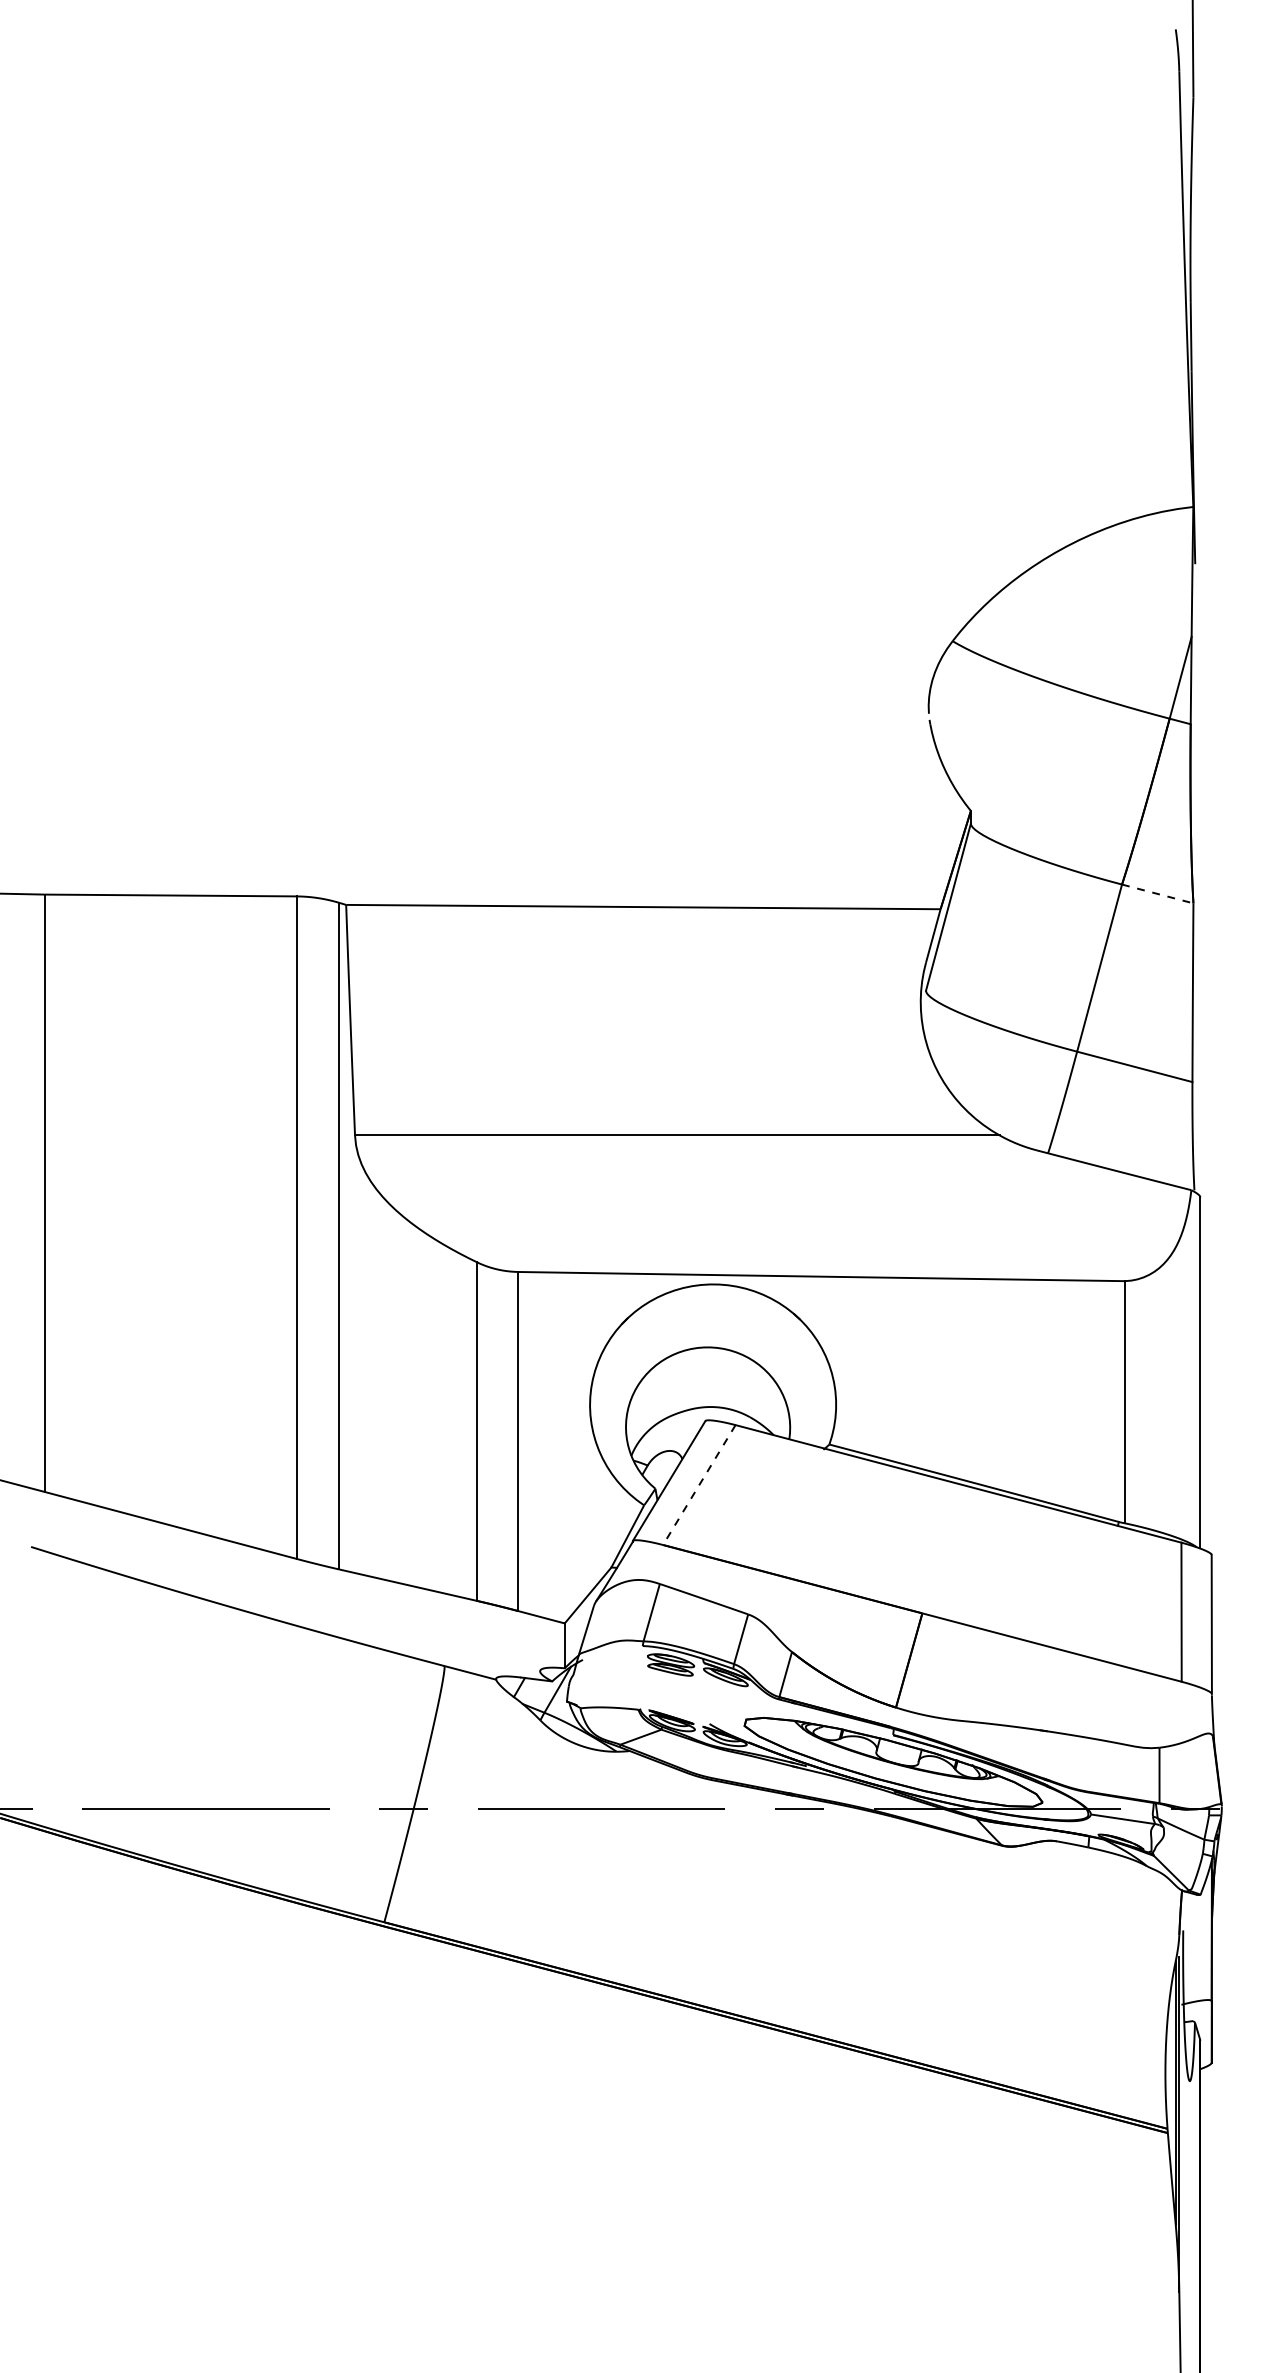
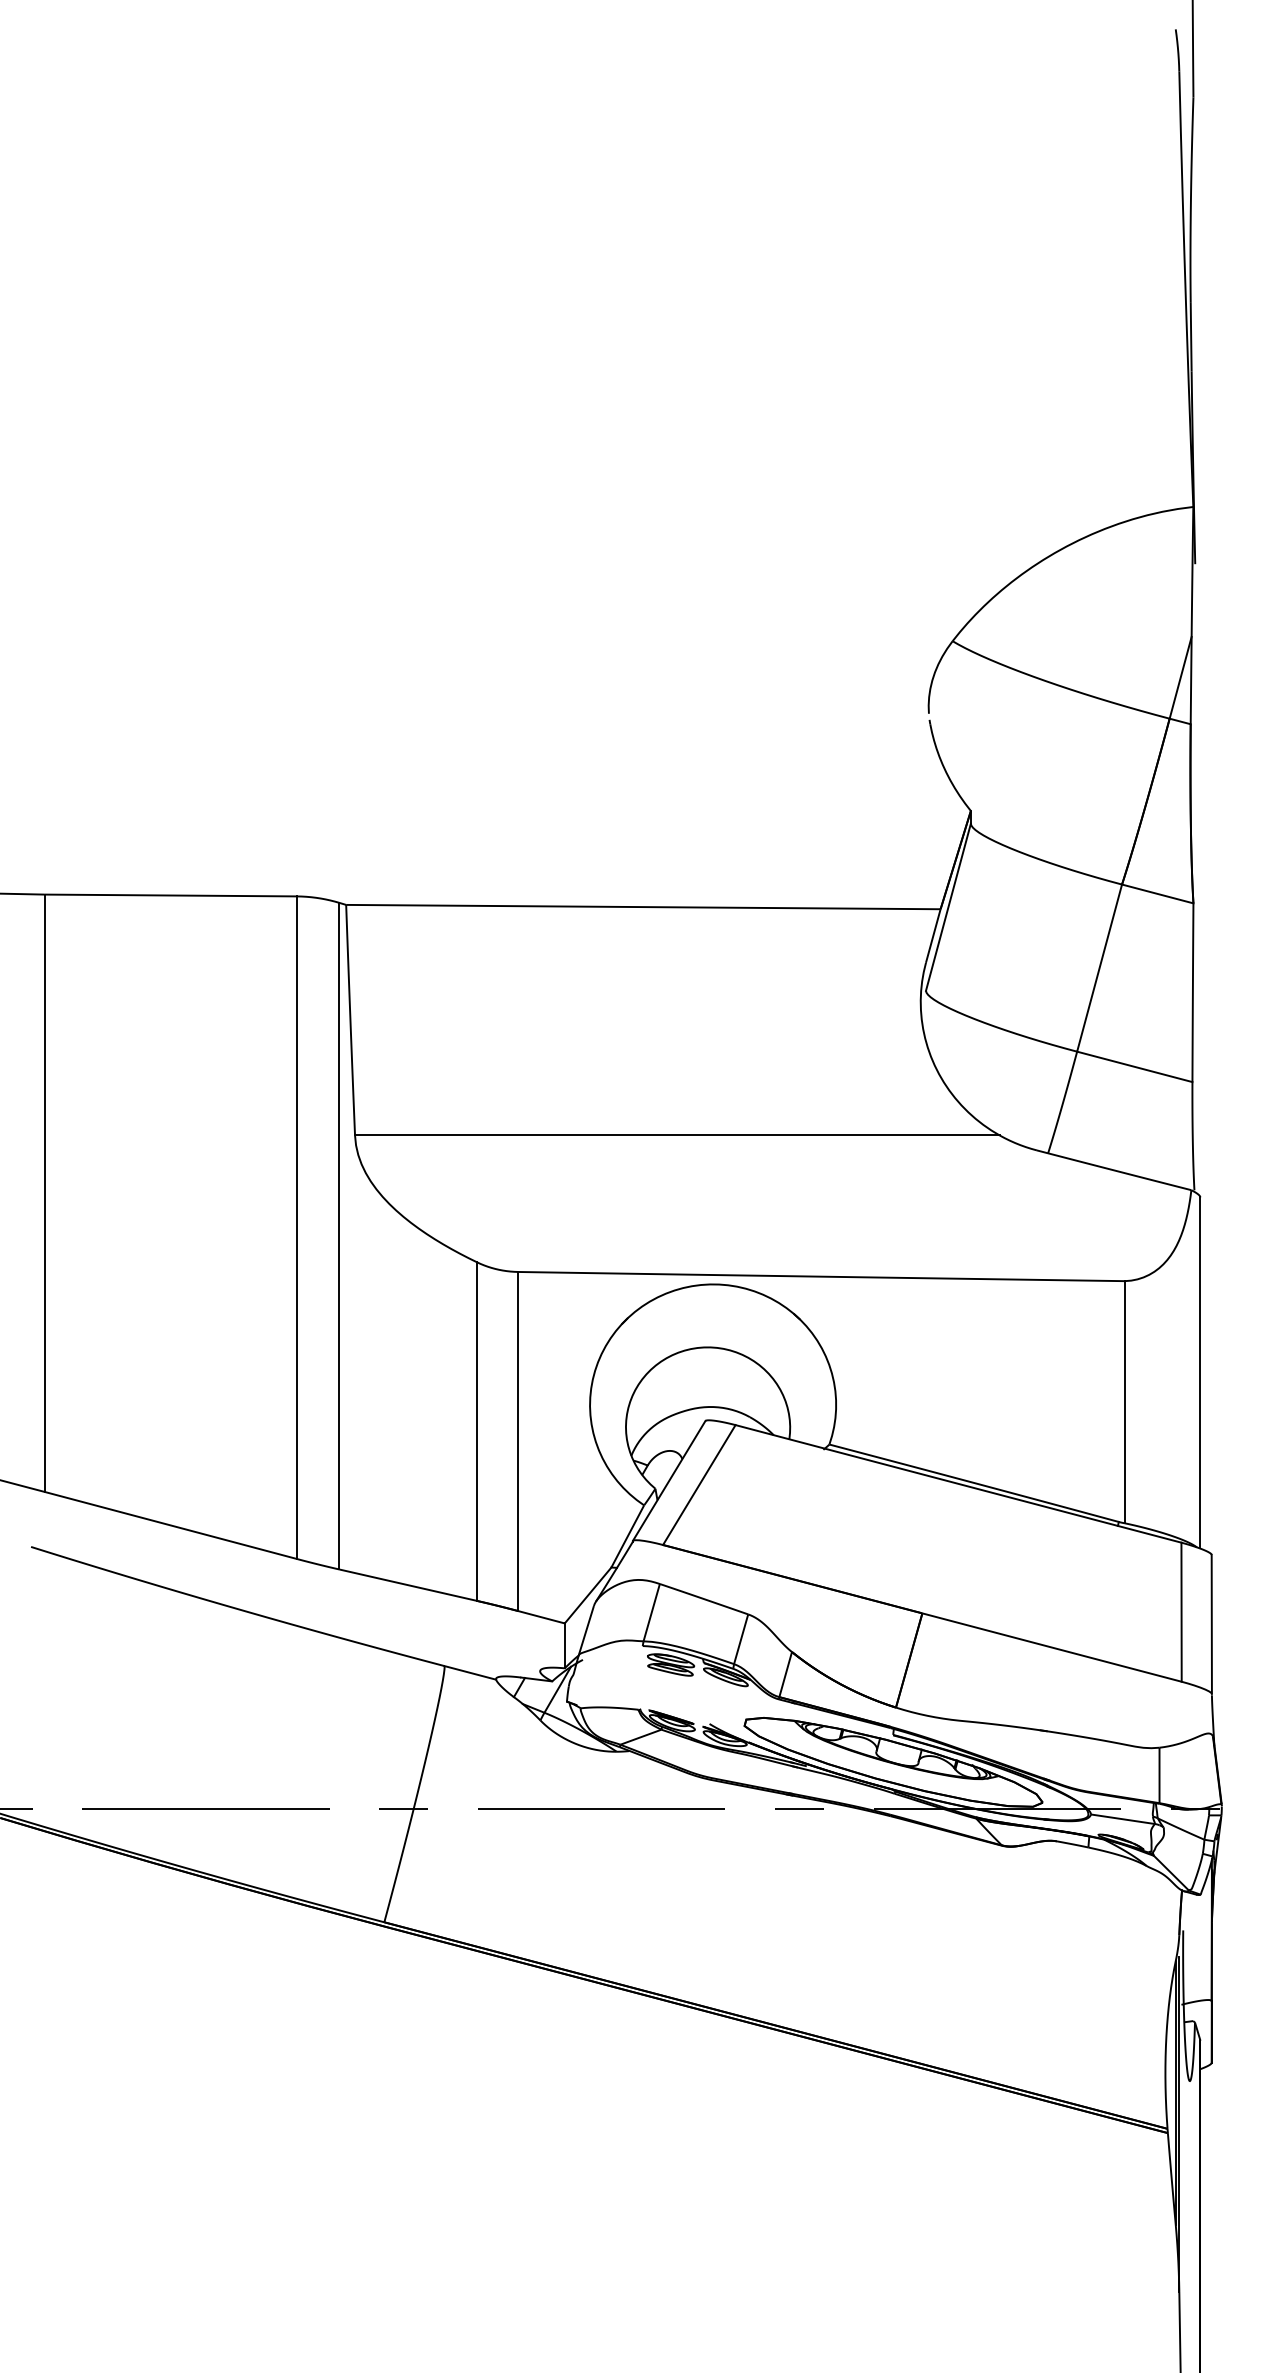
line at (1157, 893): dashed -> solid
line at (699, 1485): dashed -> solid
